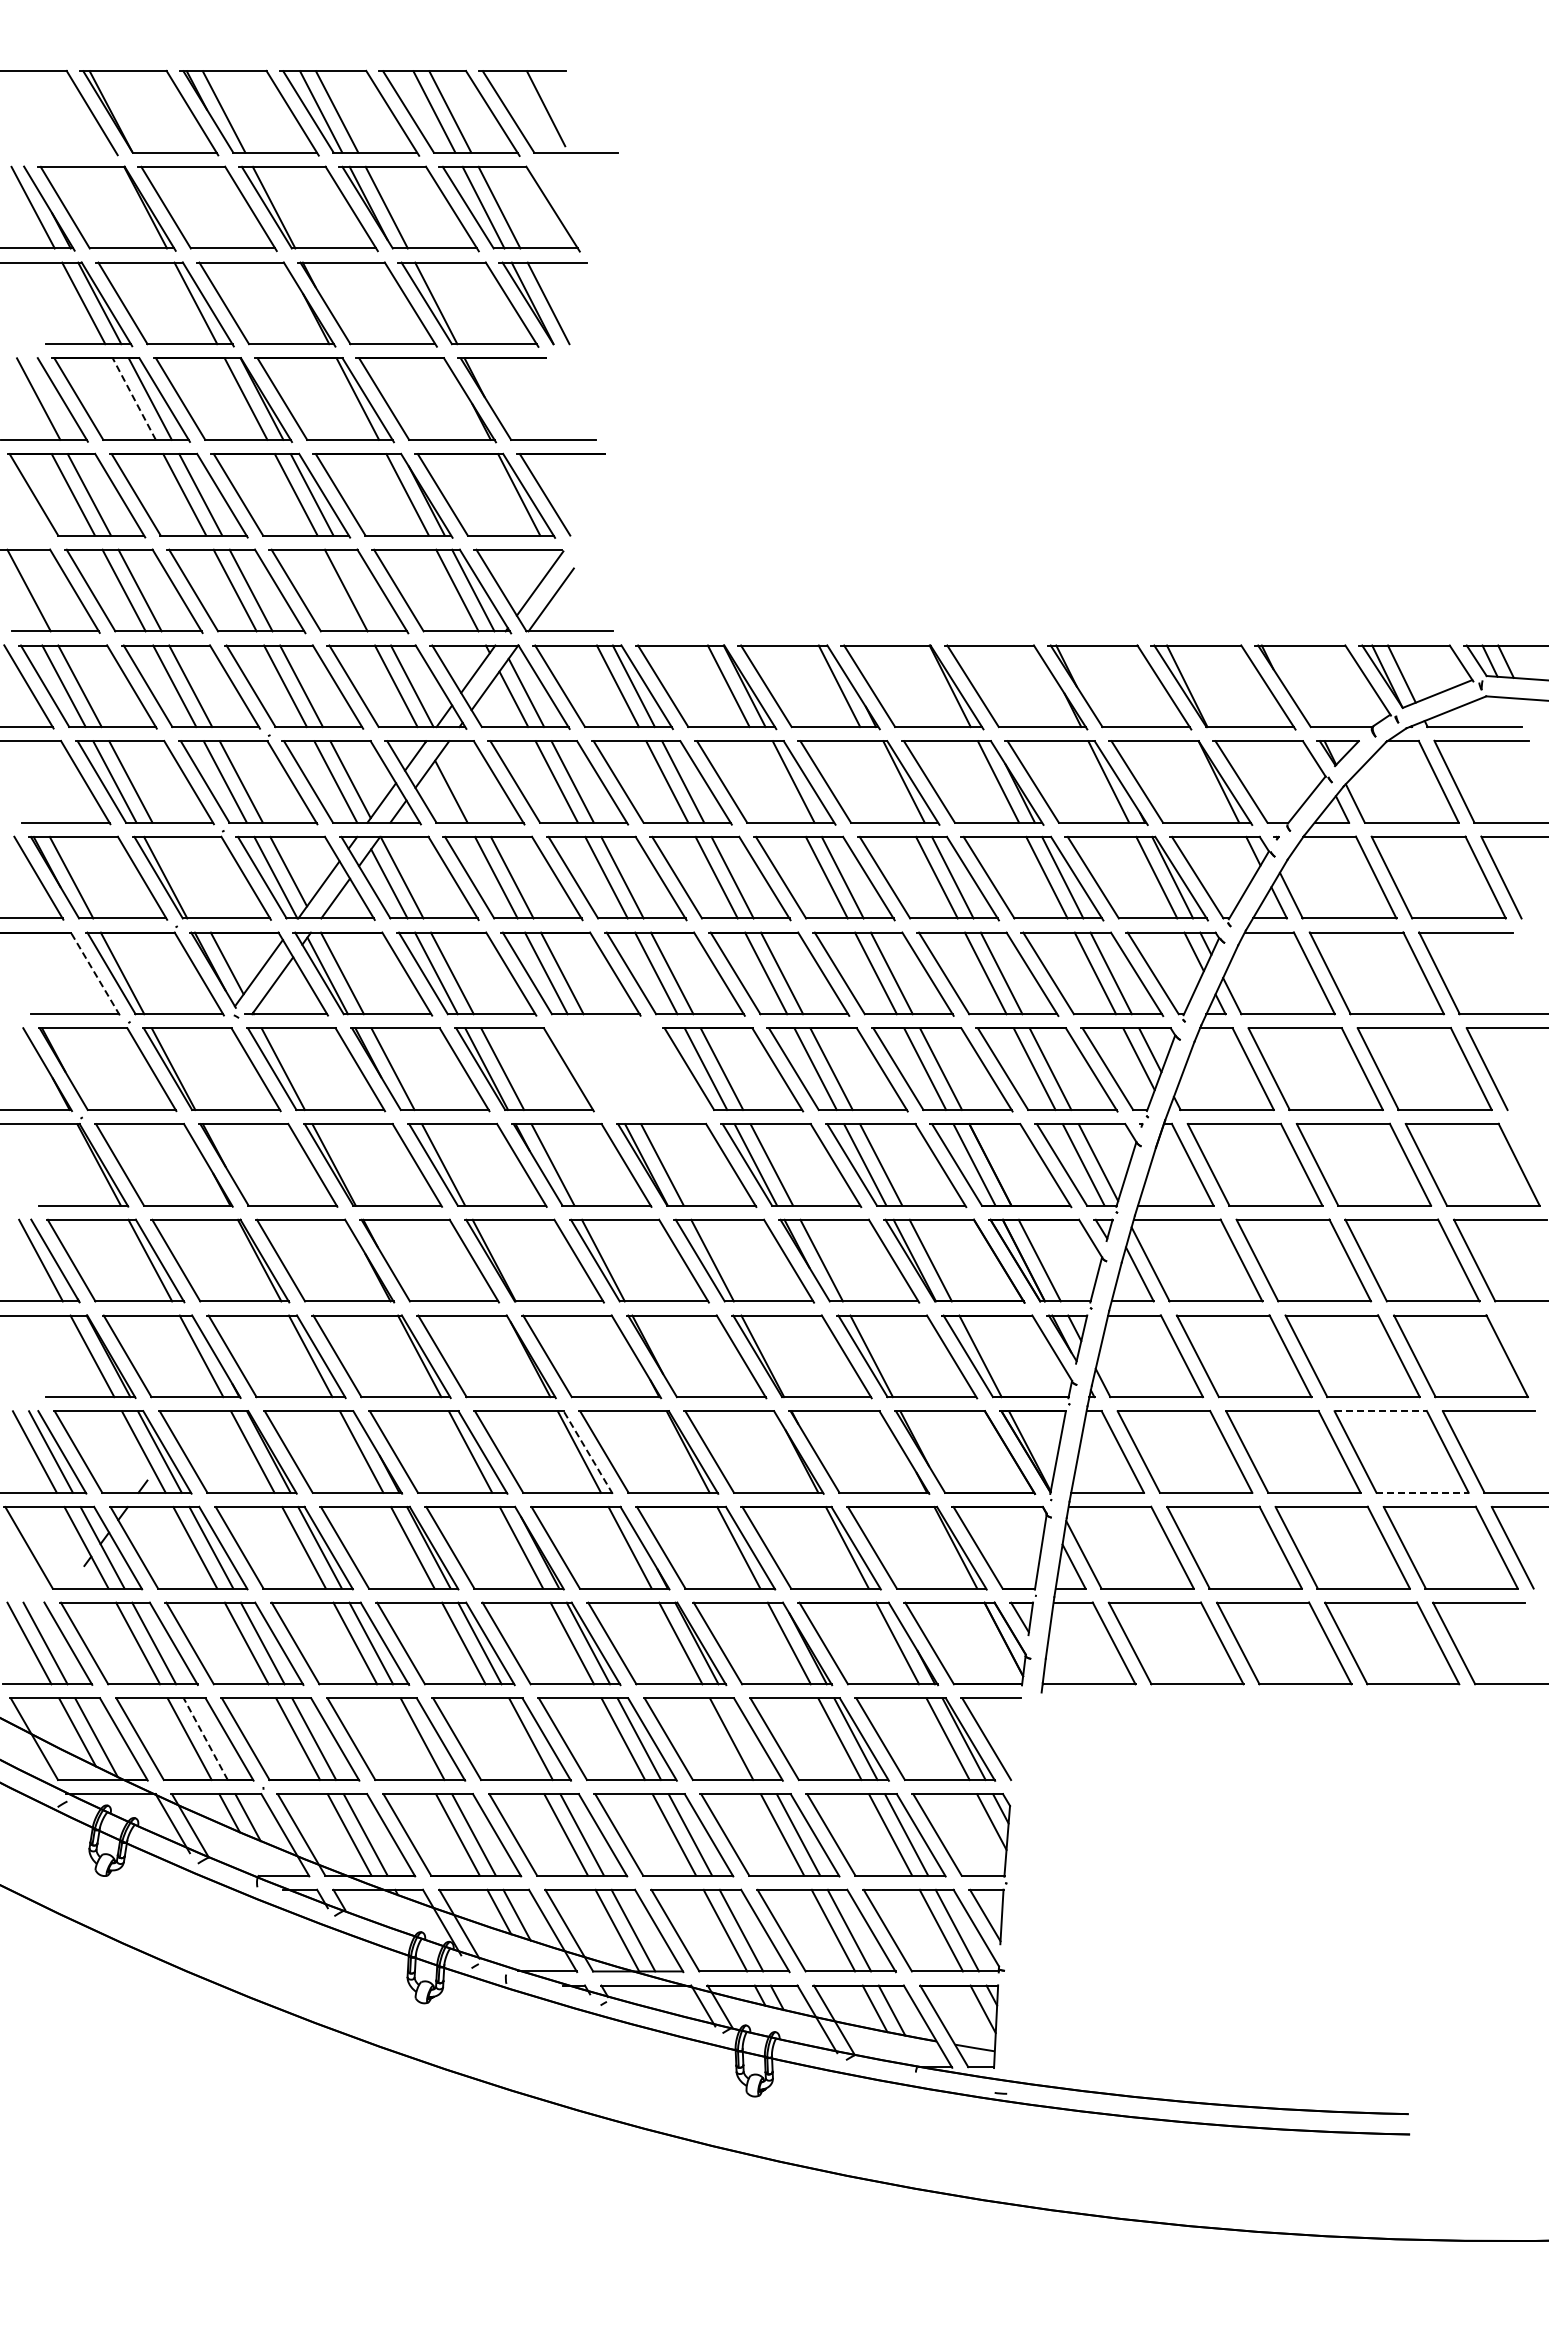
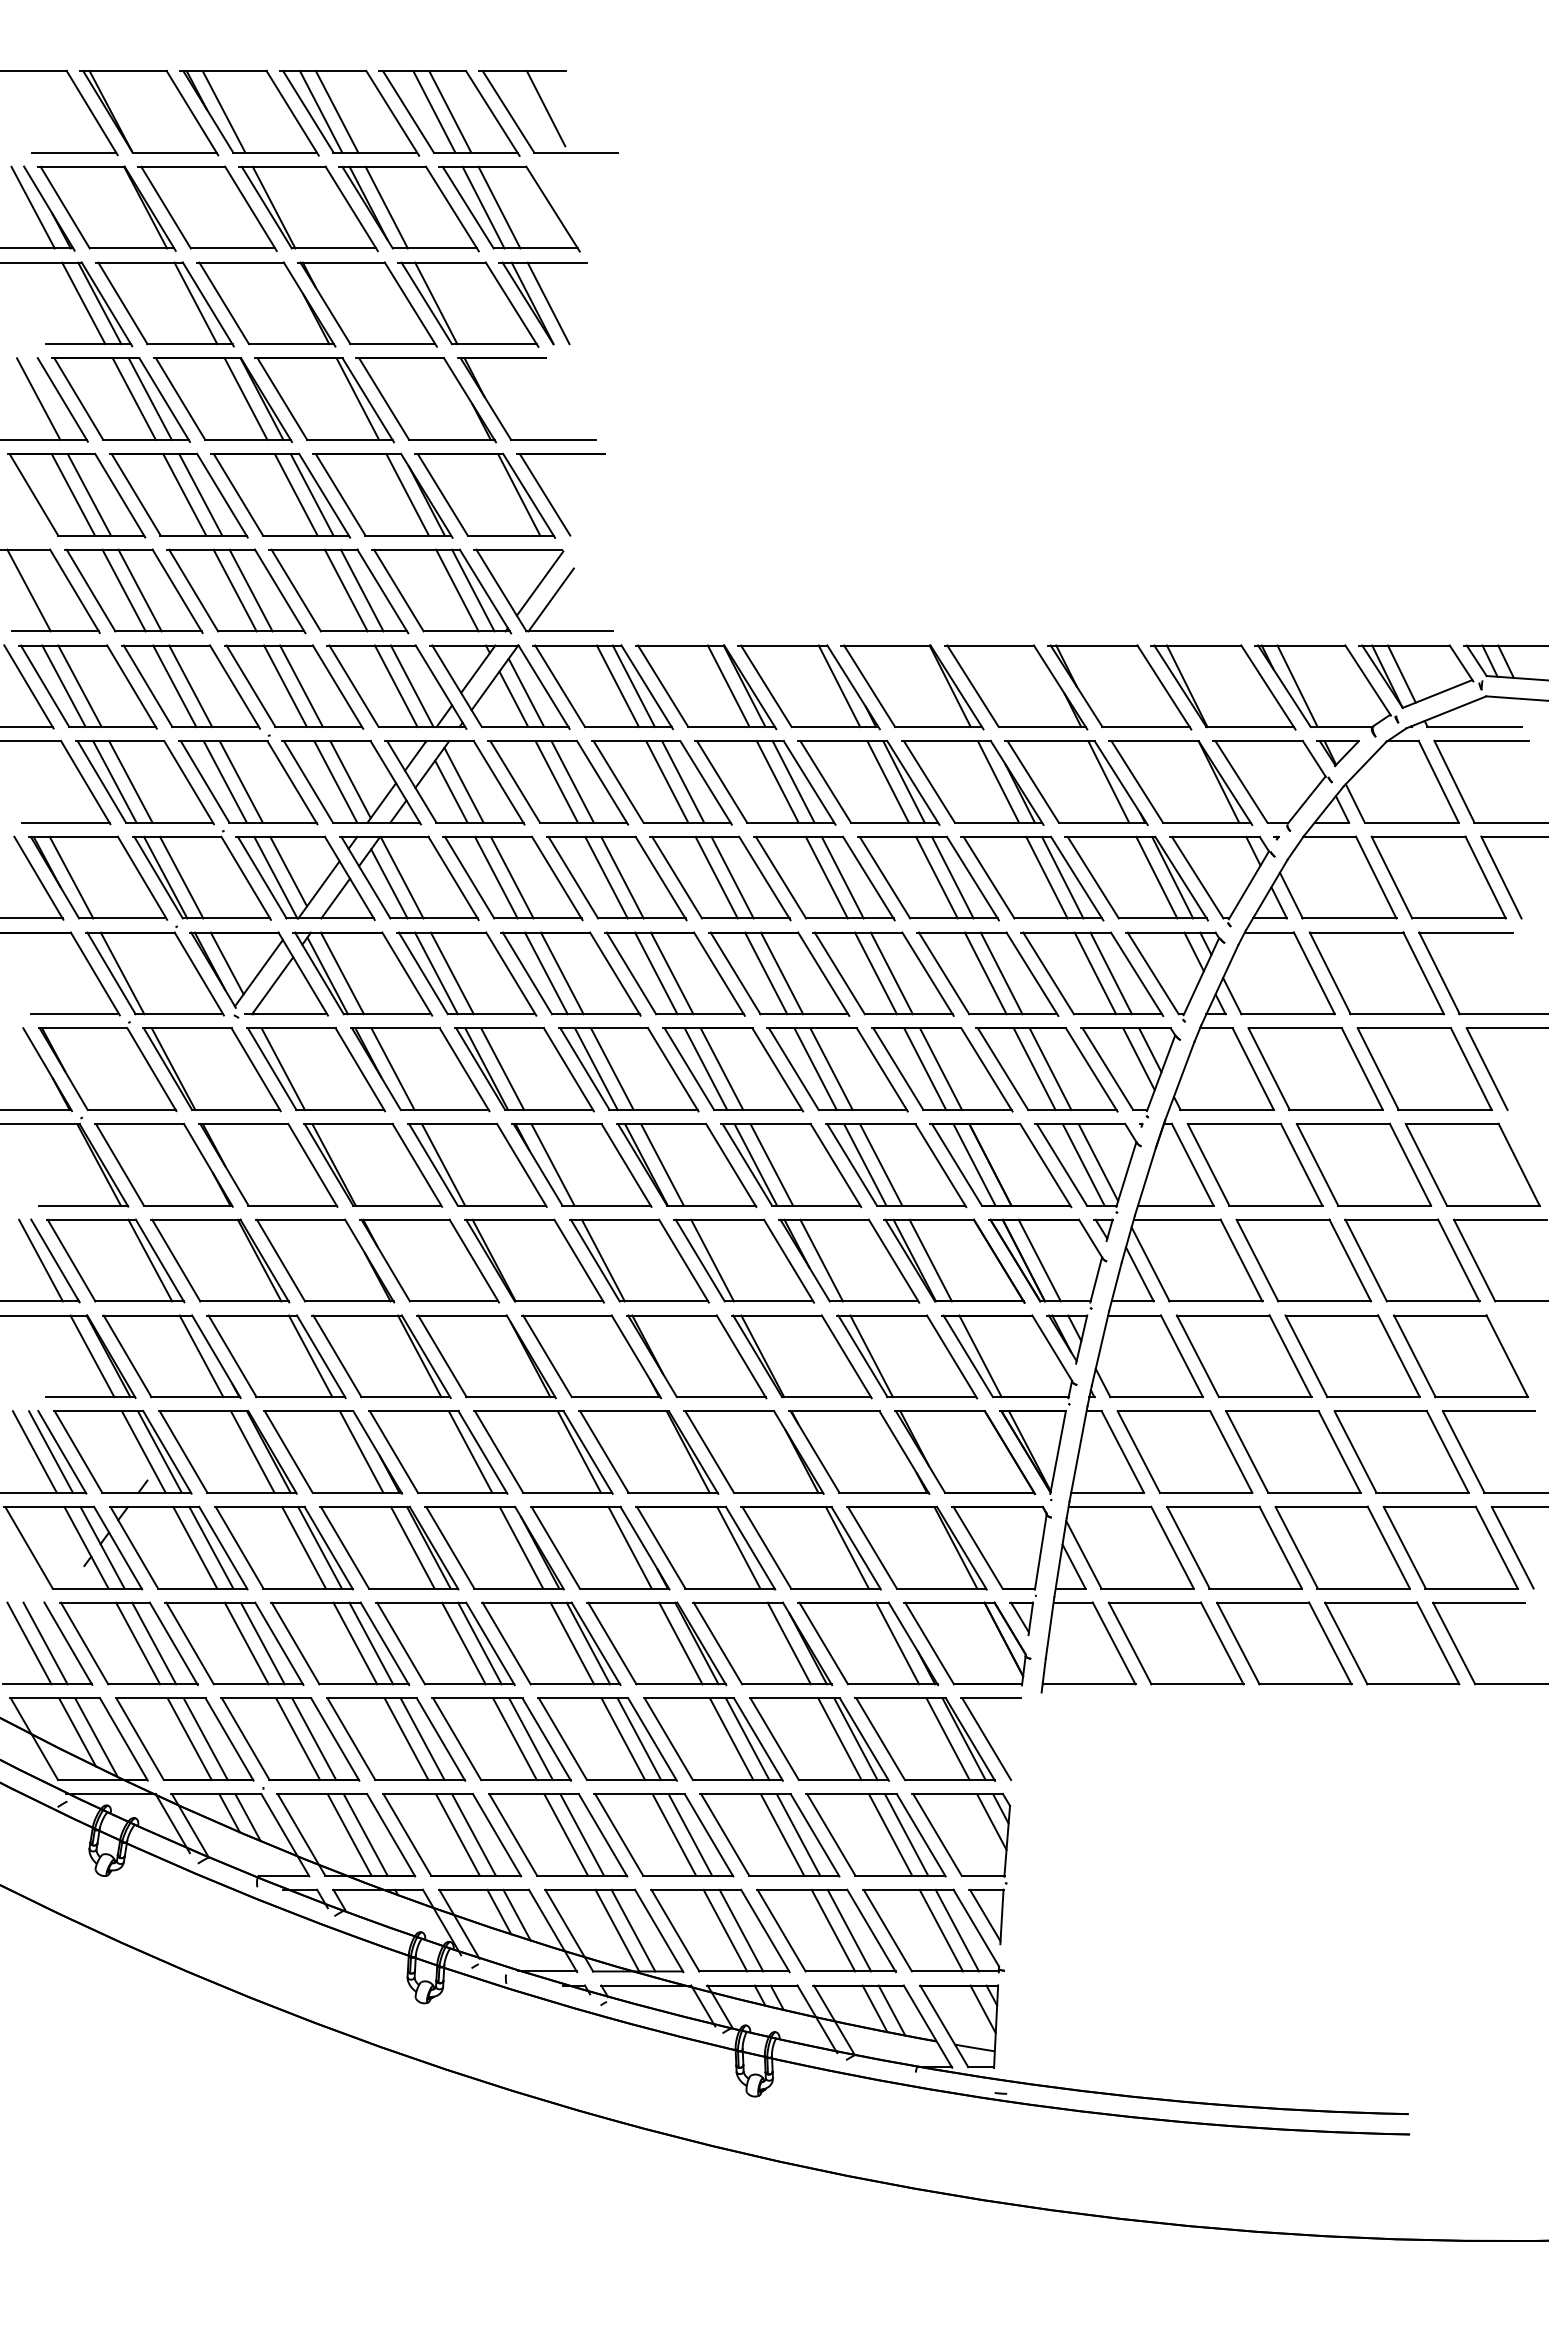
line at (73, 152): none -> present
line at (134, 398): dashed -> solid
line at (361, 590): none -> present
line at (1297, 686): none -> present
line at (777, 781): none -> present
line at (887, 781): none -> present
line at (463, 784): none -> present
line at (181, 877): none -> present
line at (95, 973): dashed -> solid
part at (628, 1069): none -> present
line at (1381, 1411): dashed -> solid
line at (587, 1452): dashed -> solid
line at (1422, 1492): dashed -> solid
line at (205, 1738): dashed -> solid
line at (406, 1739): none -> present
line at (514, 1739): none -> present
line at (747, 1739): none -> present
